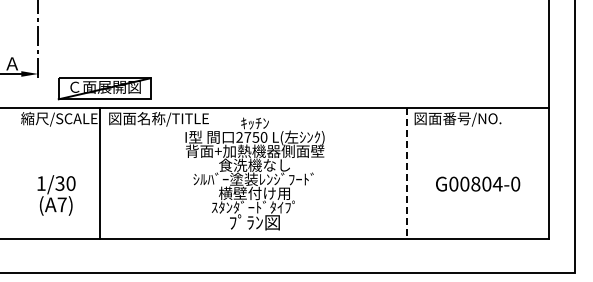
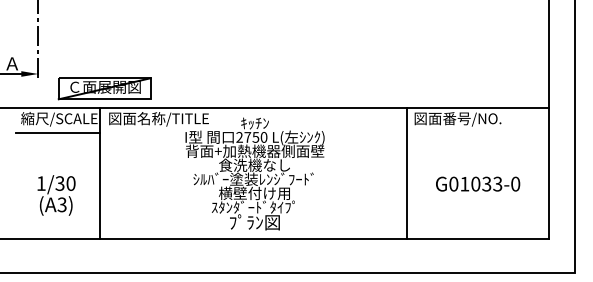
line at (57, 132): none -> present
line at (407, 173): dashed -> solid
text at (481, 183): G00804-0 -> G01033-0
text at (61, 204): (A7) -> (A3)
